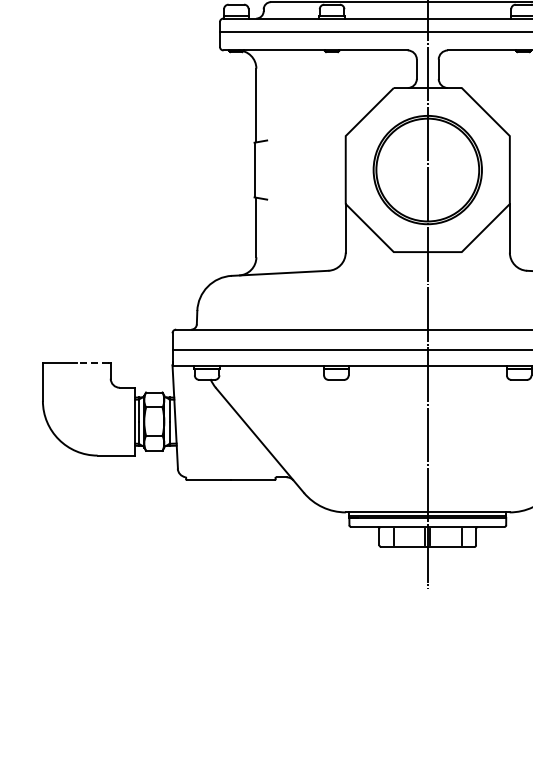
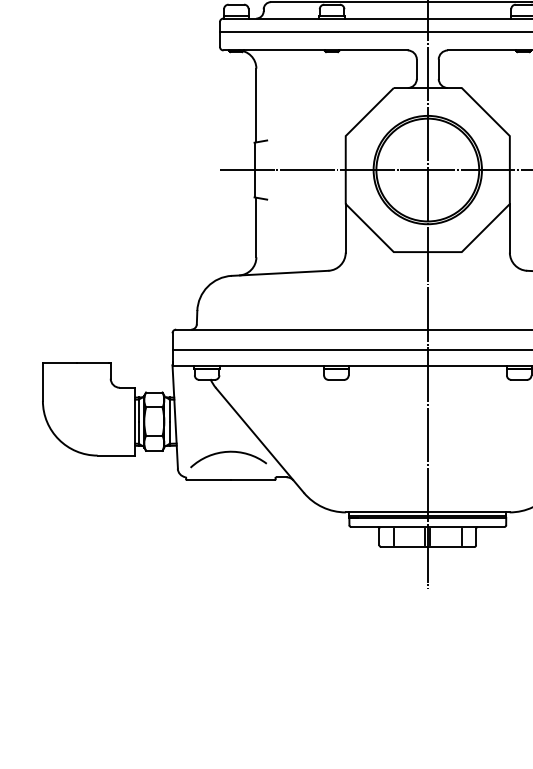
line at (374, 170): none -> present
line at (92, 363): dashed -> solid
arc at (228, 452): none -> present
